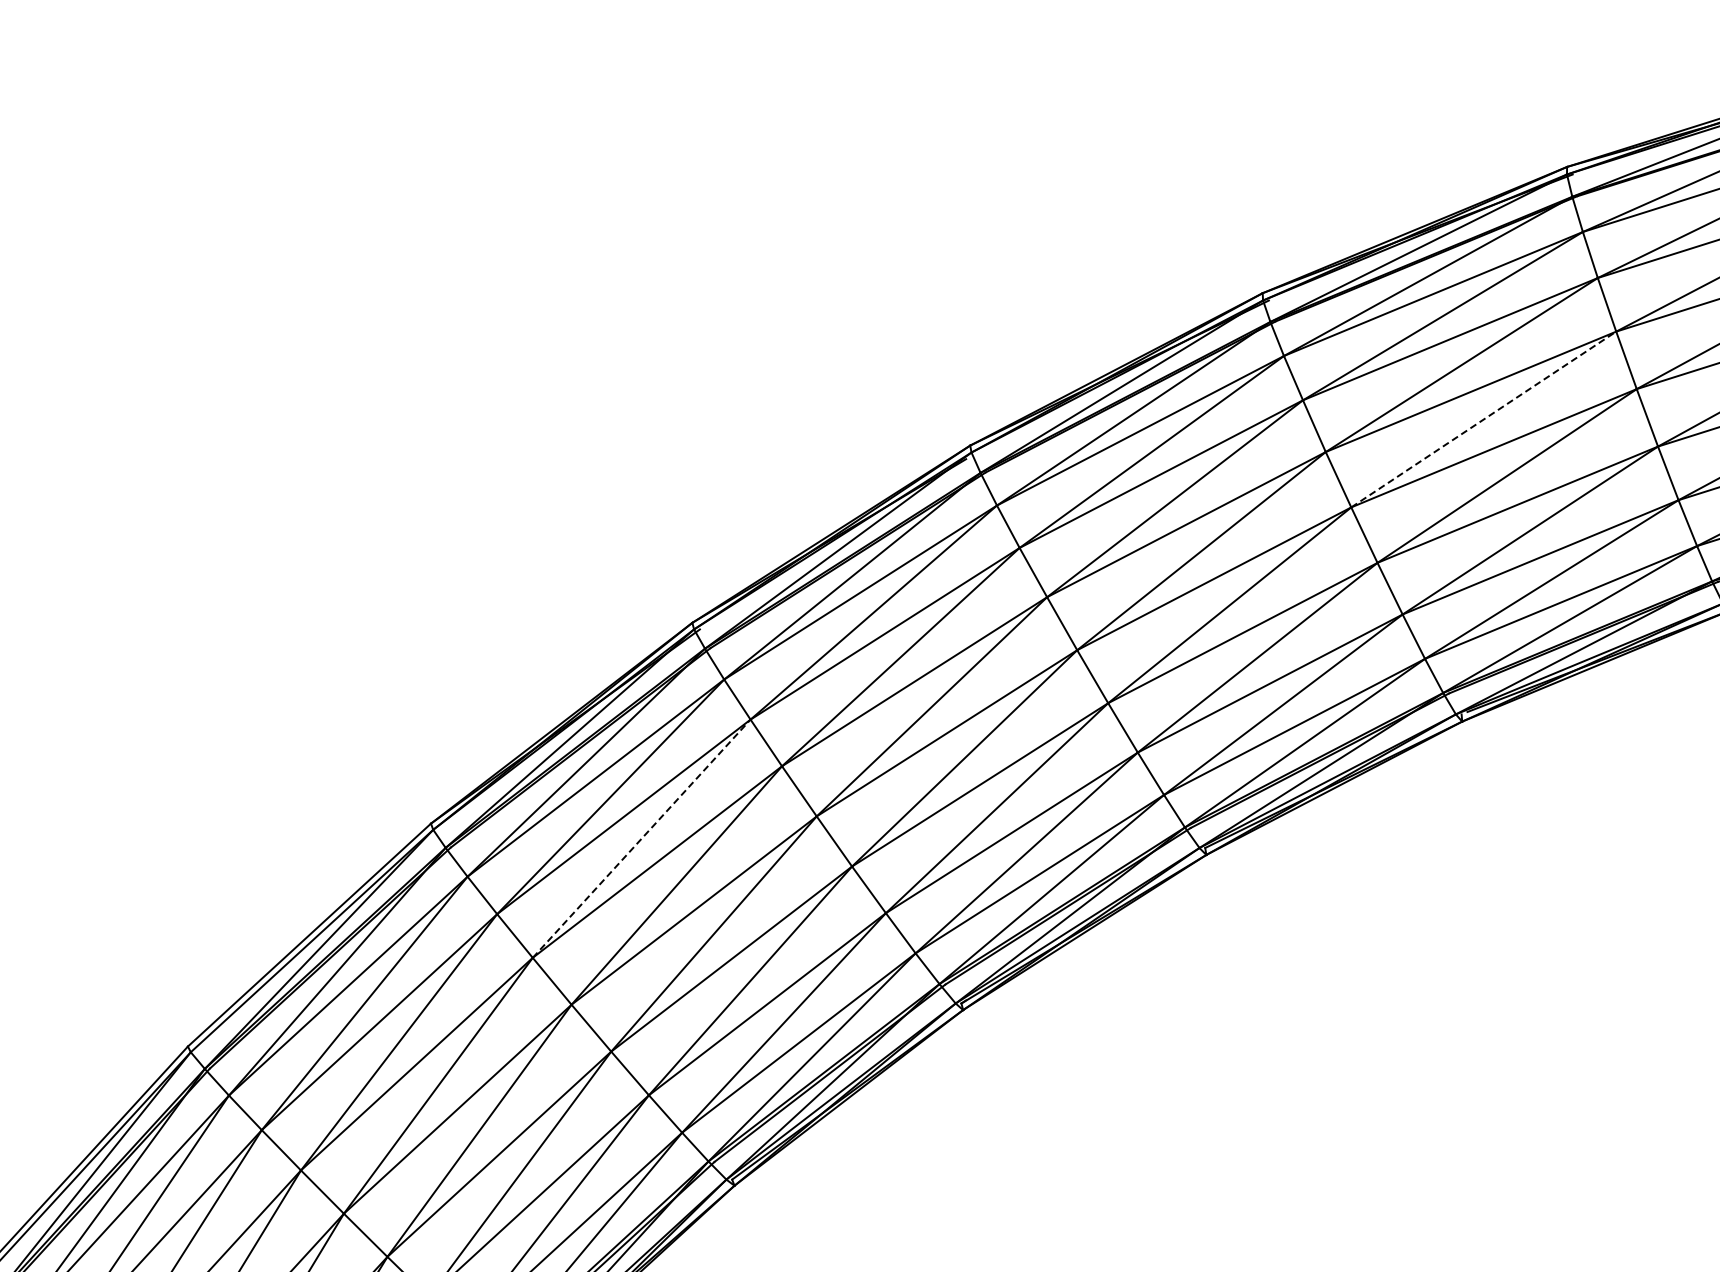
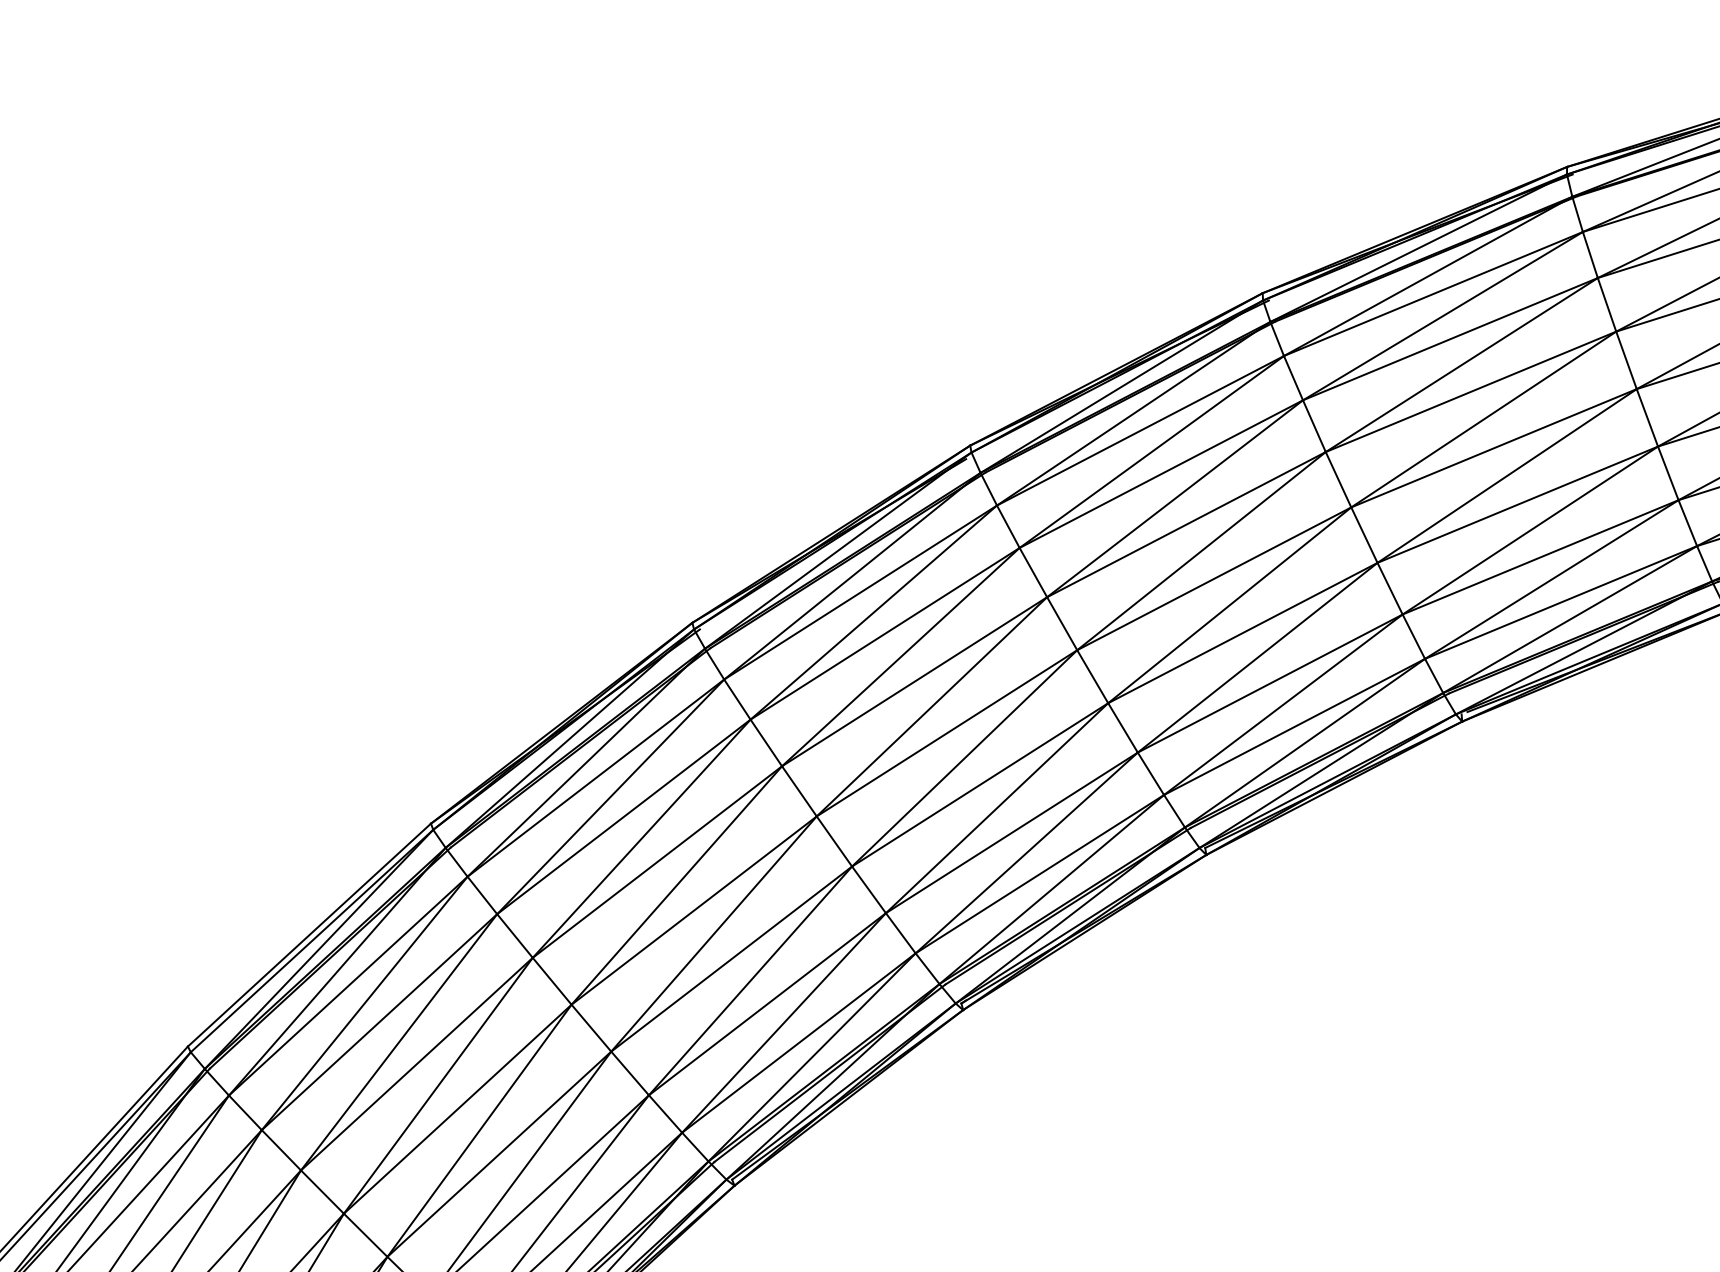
line at (1483, 419): dashed -> solid
line at (642, 838): dashed -> solid
